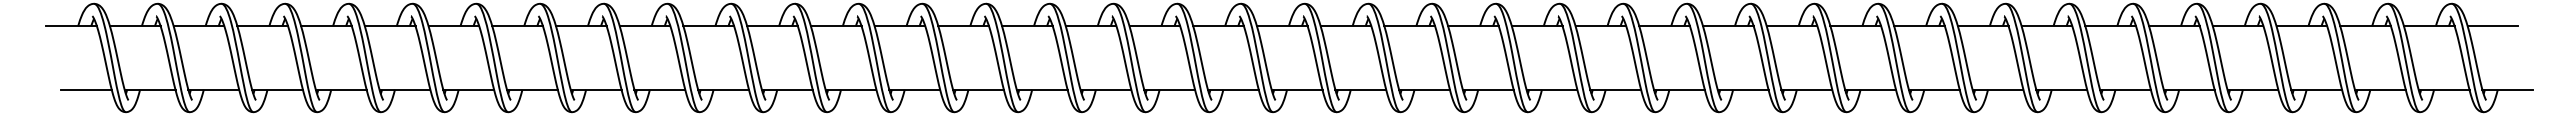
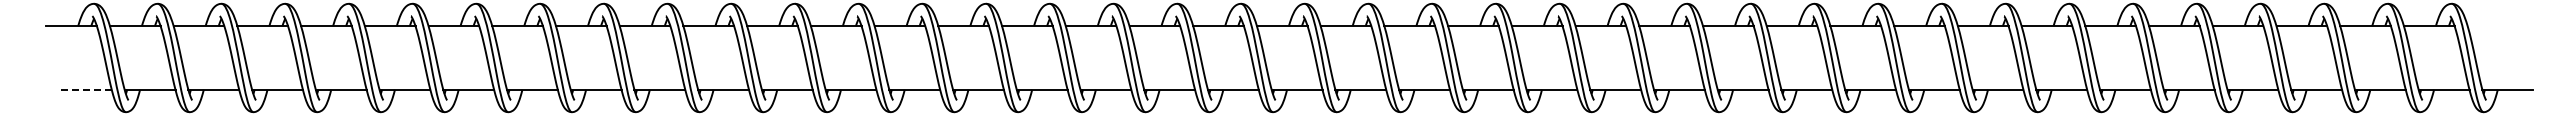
line at (2492, 26): present -> none
line at (85, 89): solid -> dashed
